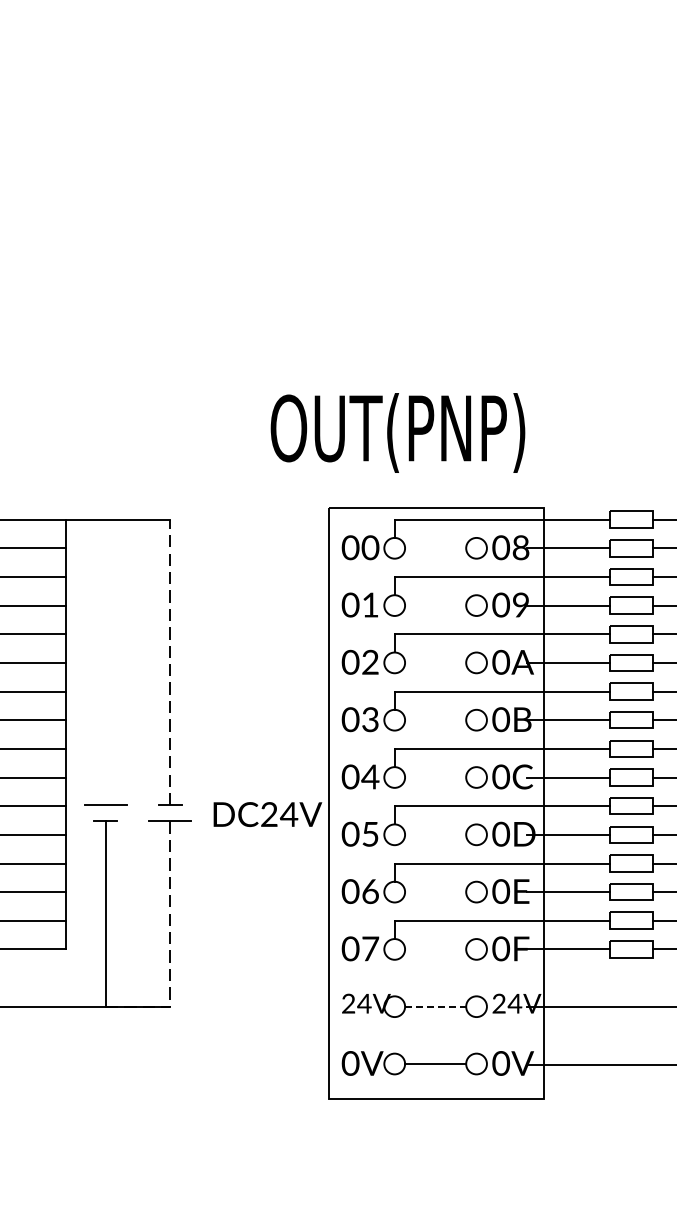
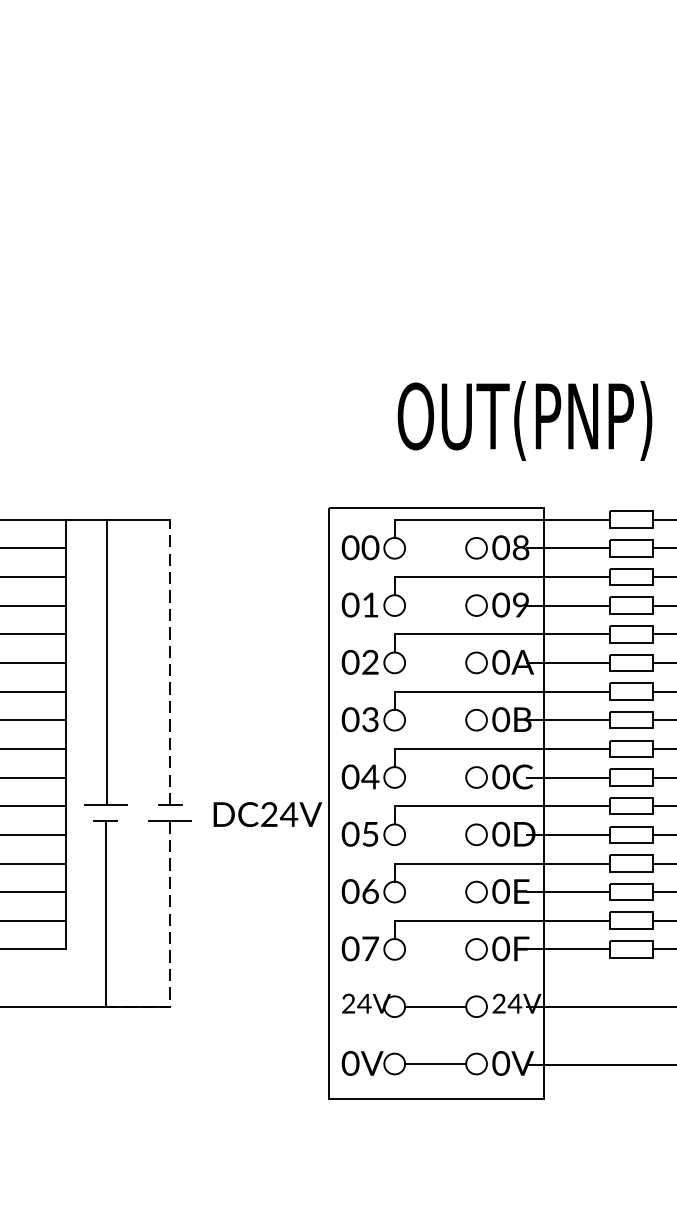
text at (397, 432) position: (397, 432) -> (524, 420)
line at (107, 662): none -> present
line at (435, 1007): dashed -> solid
